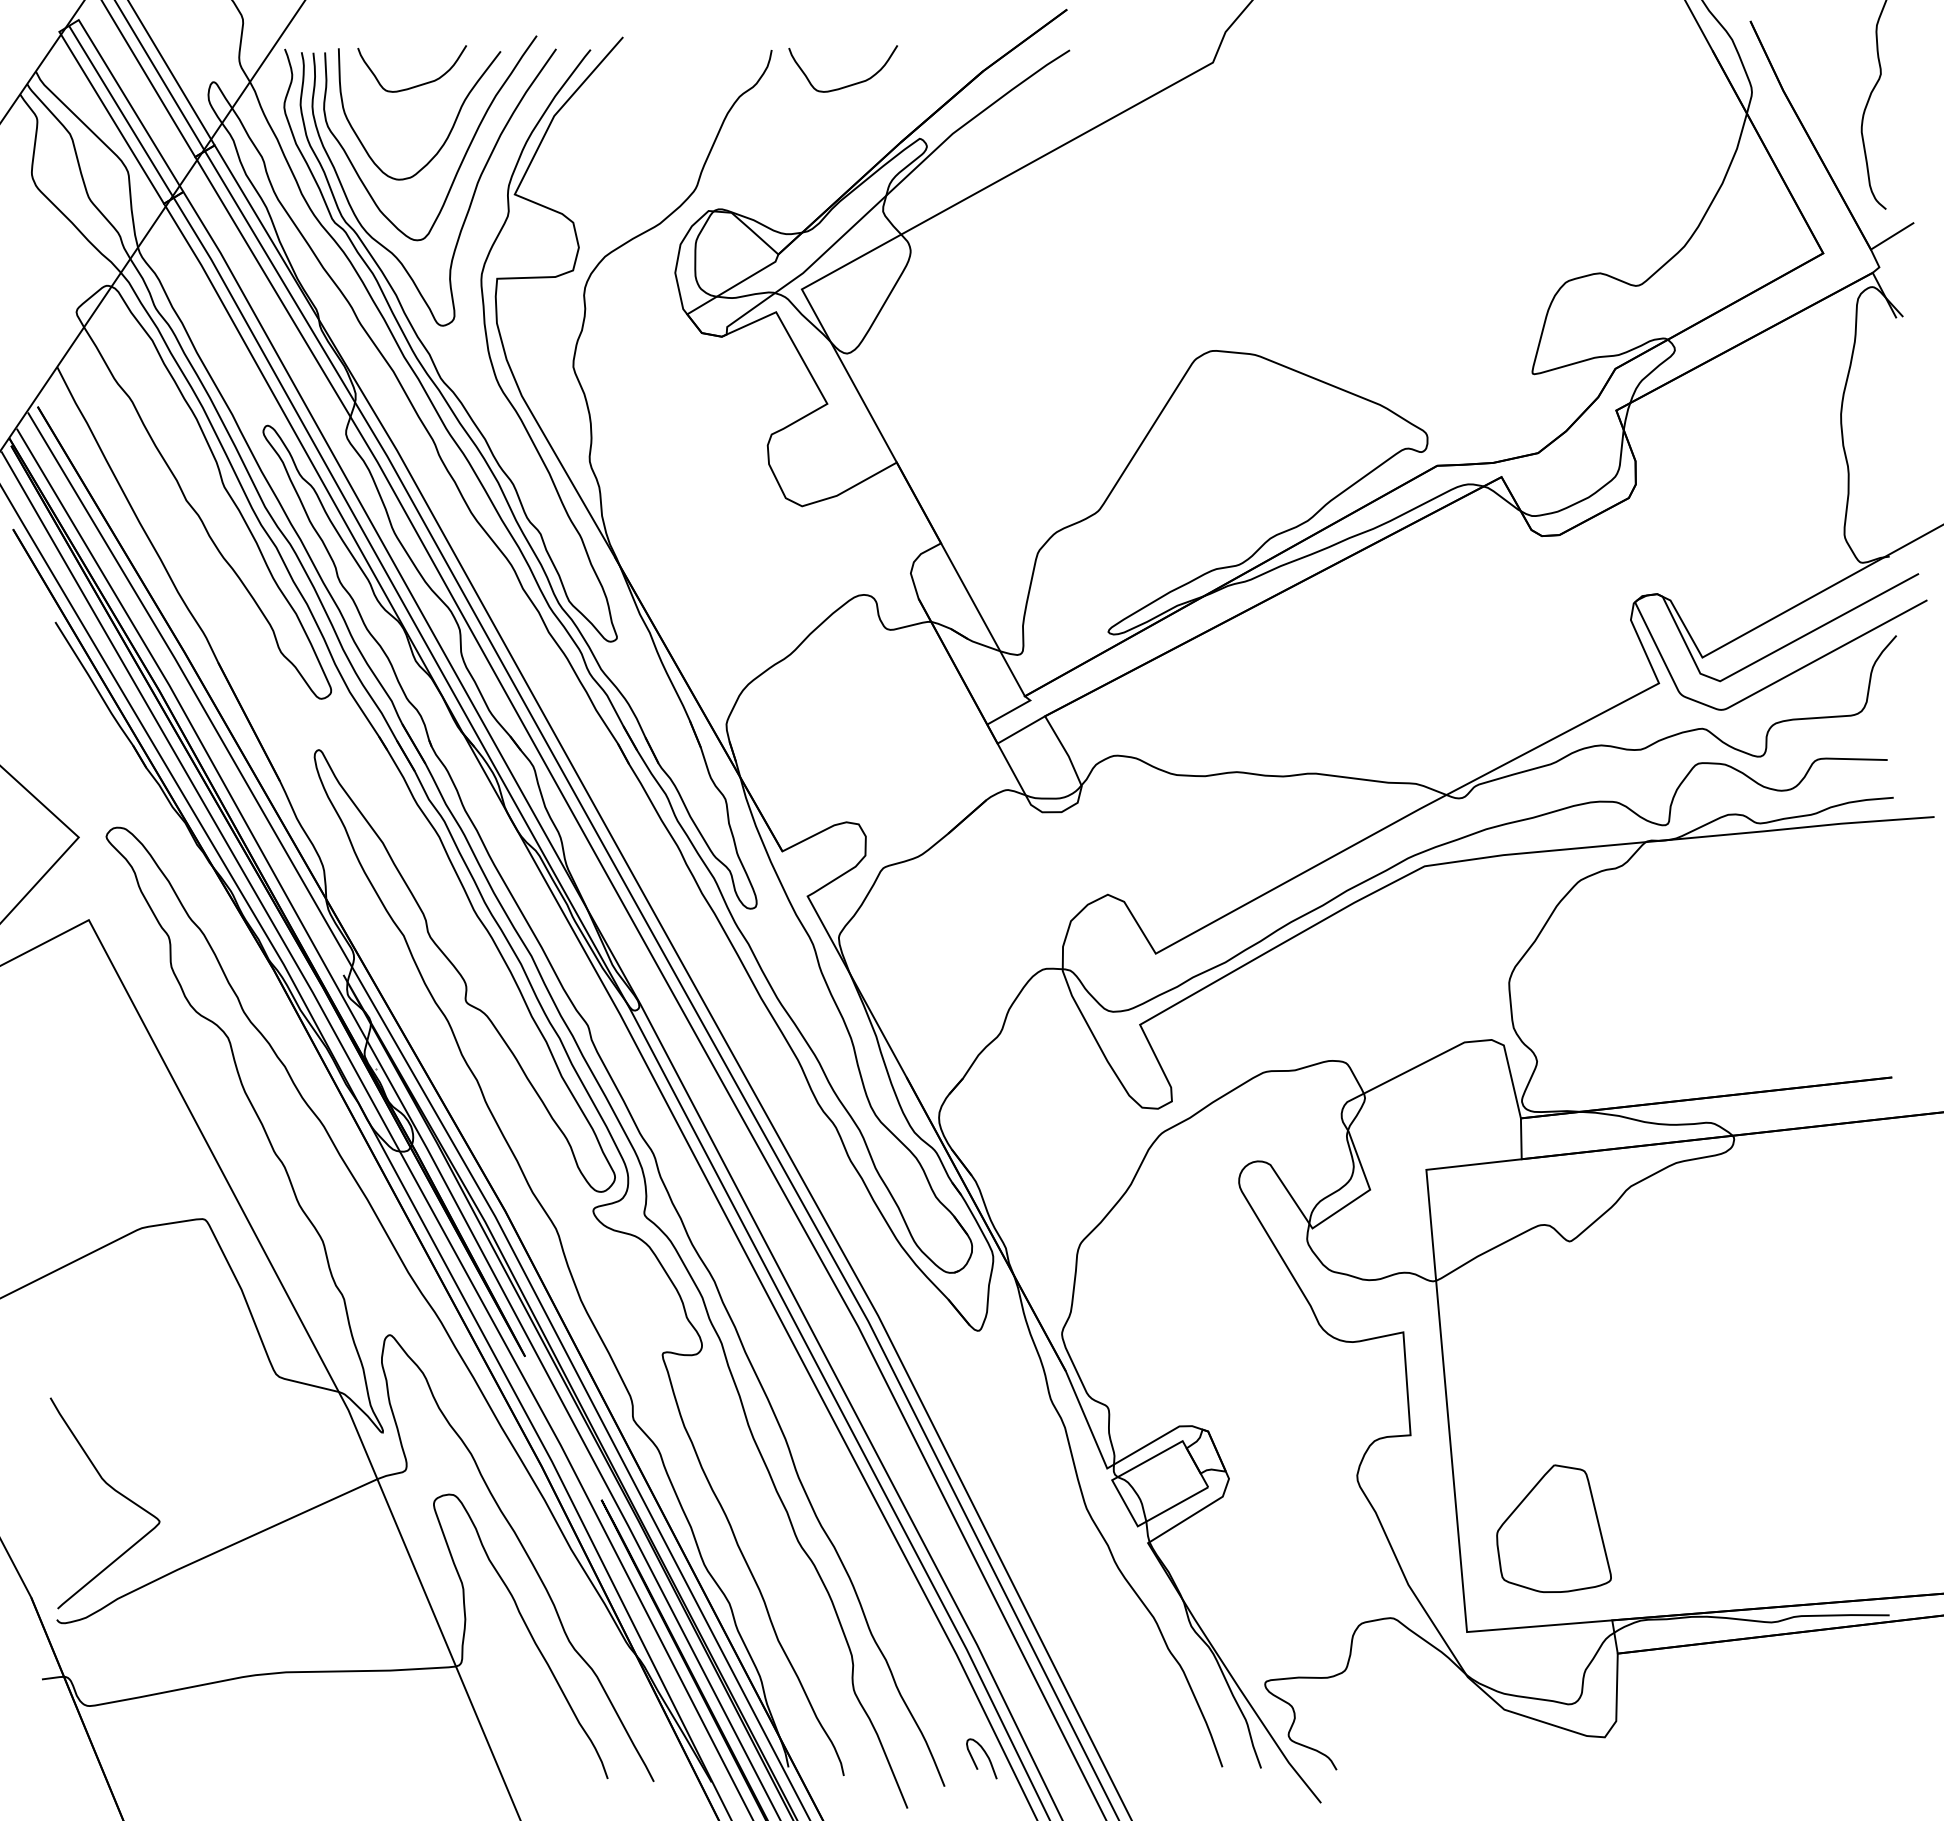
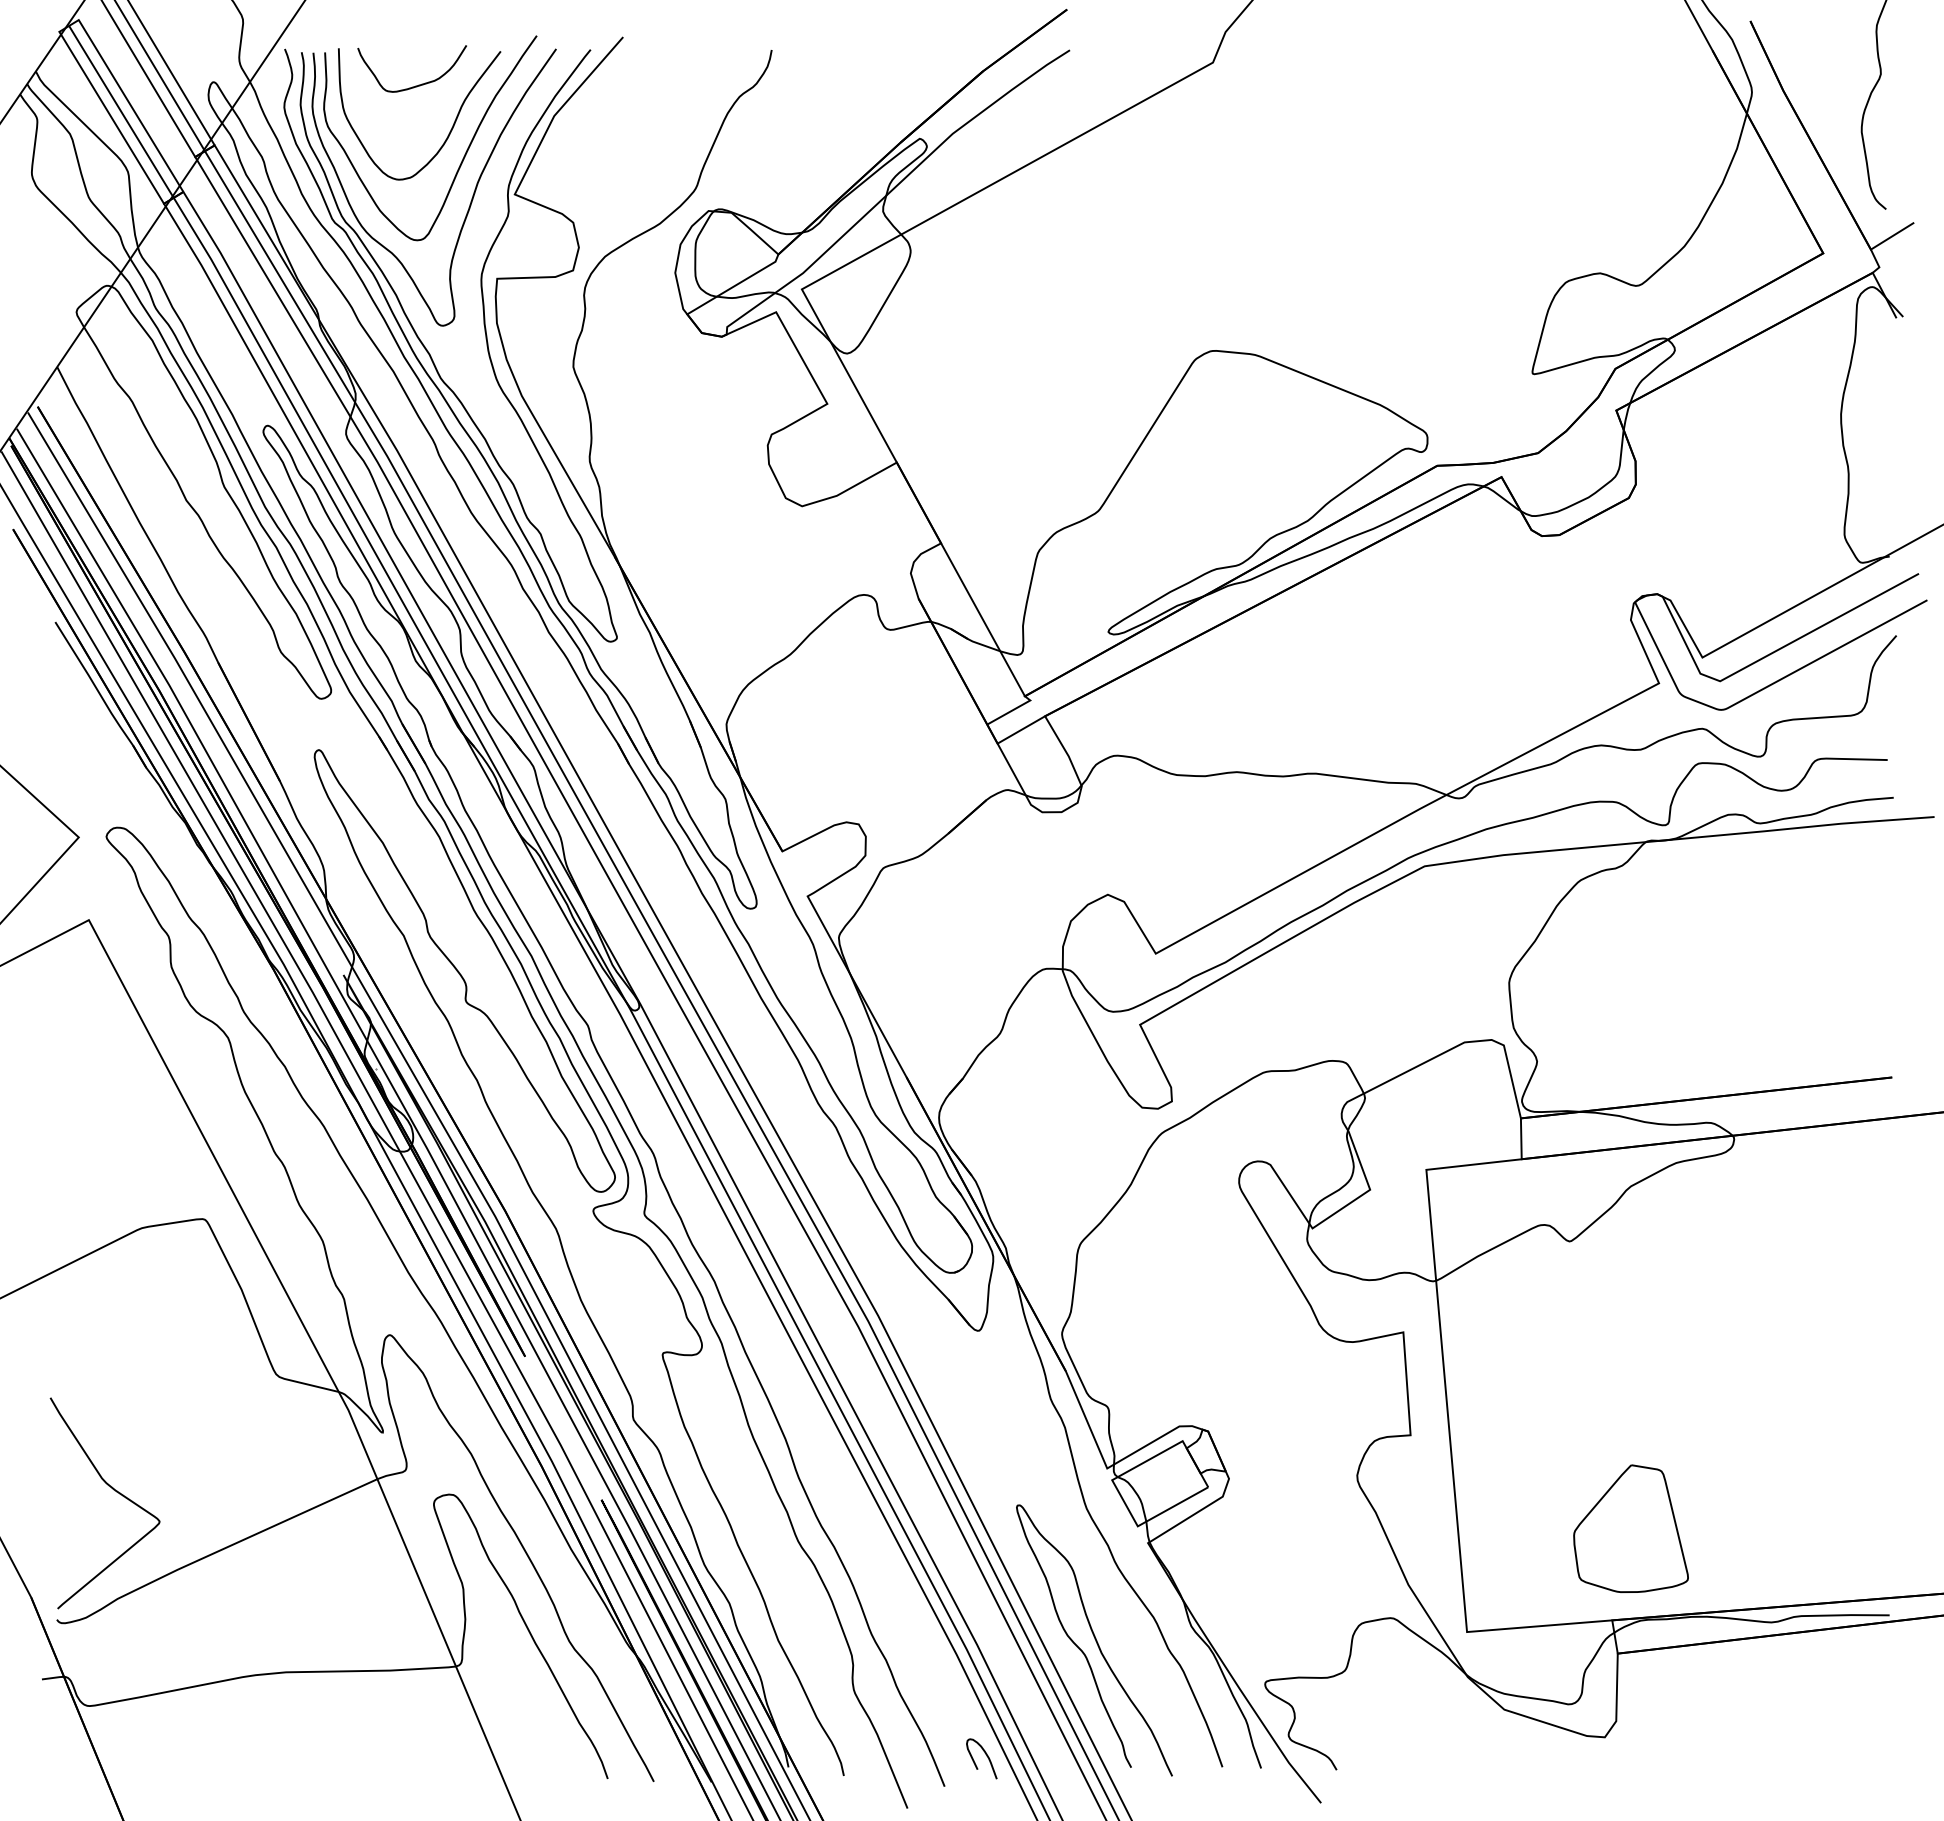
curve at (849, 84): present -> none
part at (1553, 1528) position: (1553, 1528) -> (1630, 1528)
curve at (1094, 1639): none -> present
